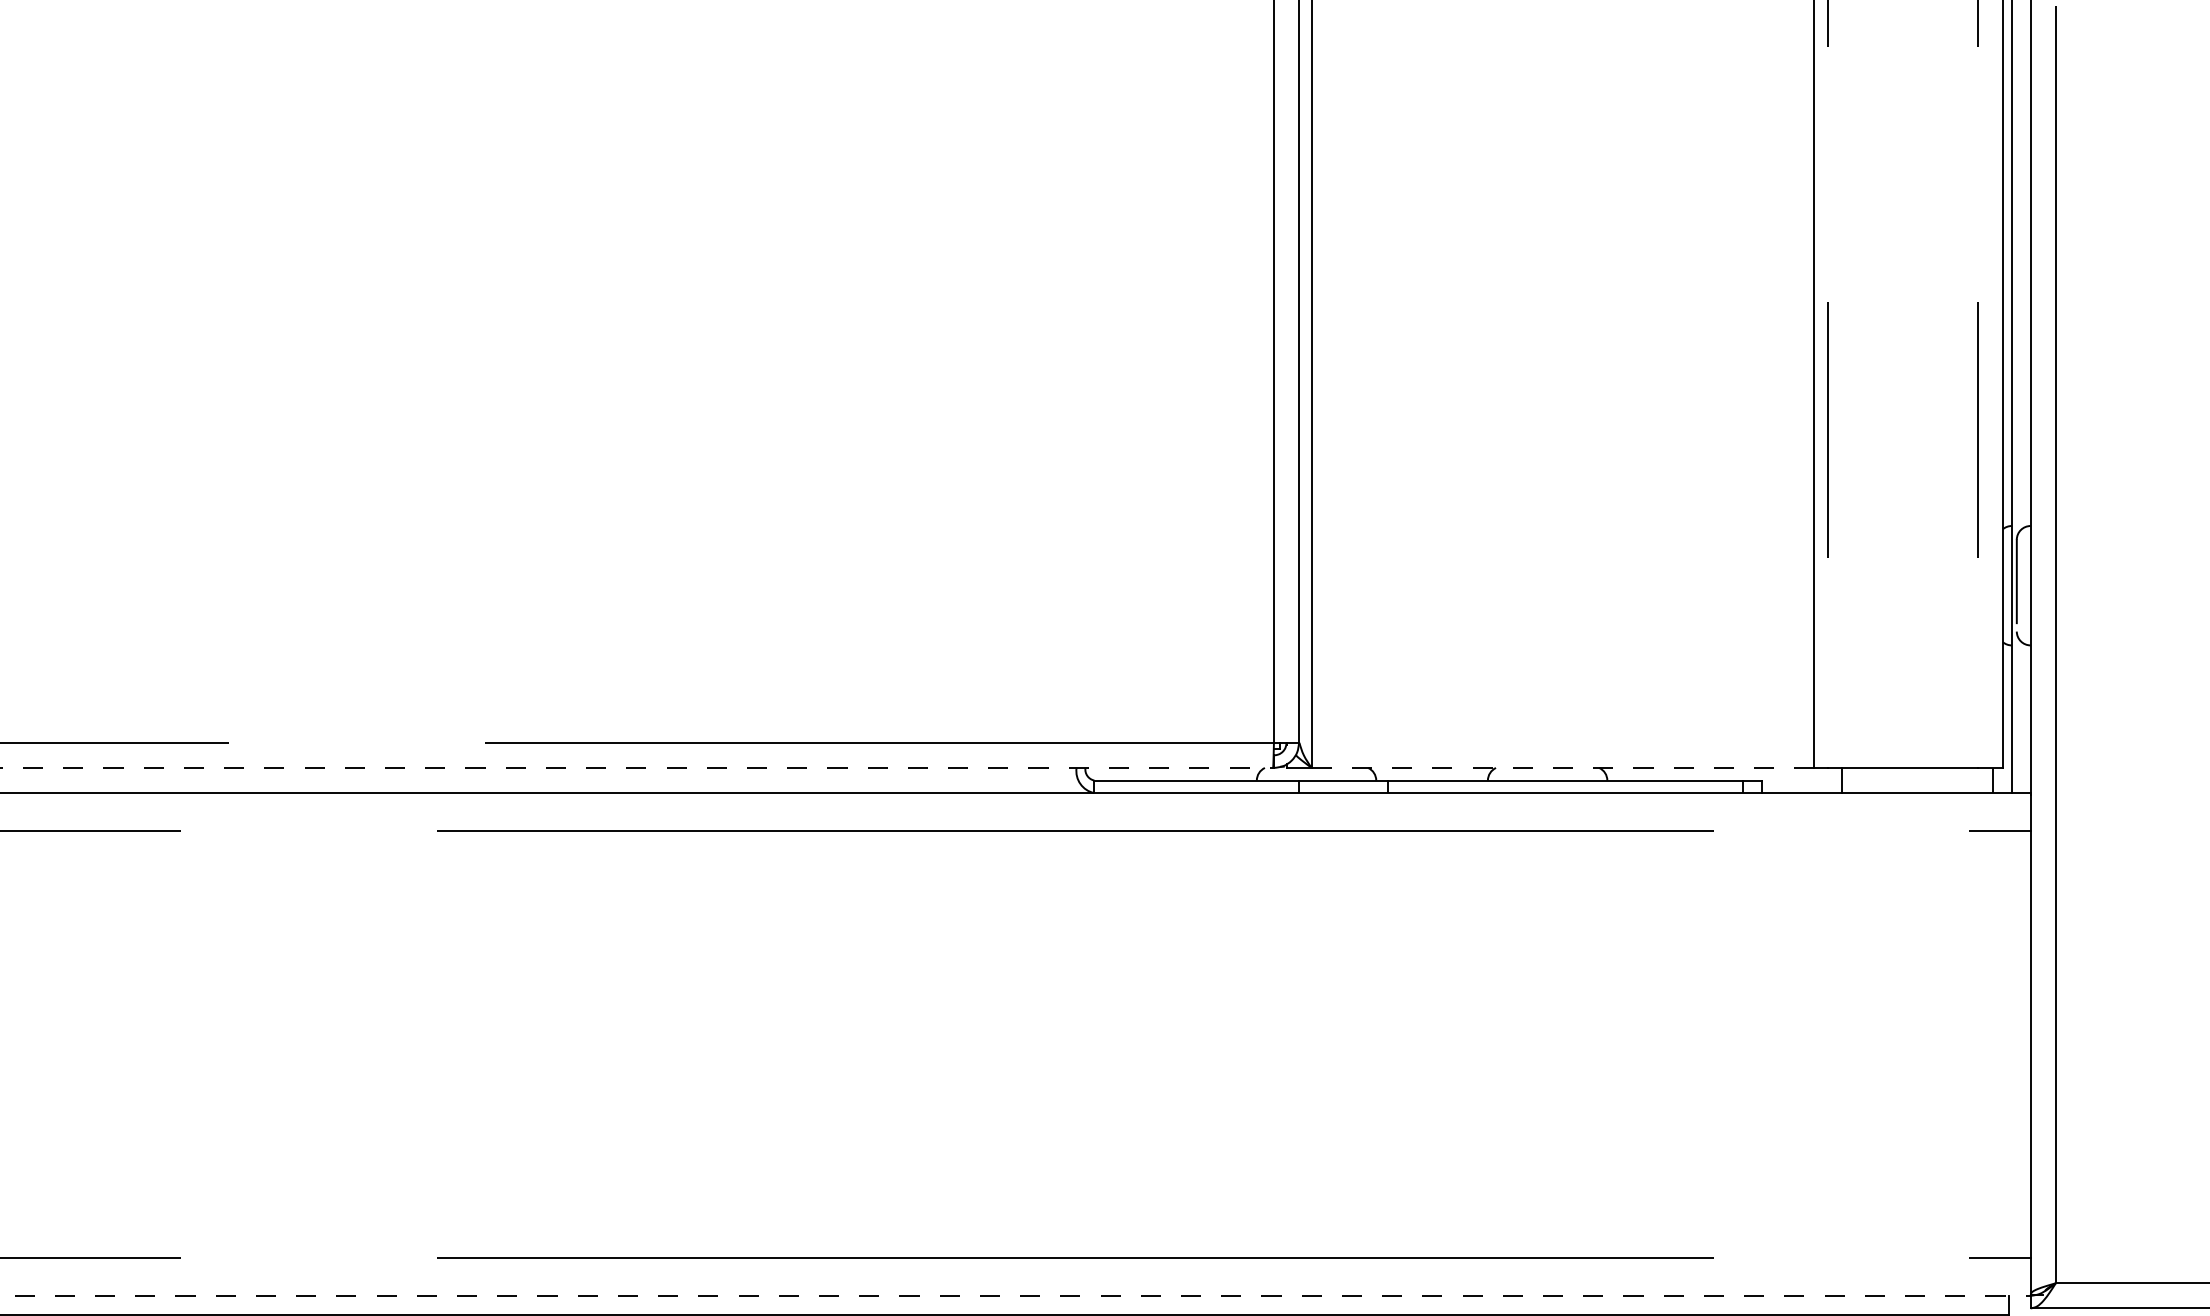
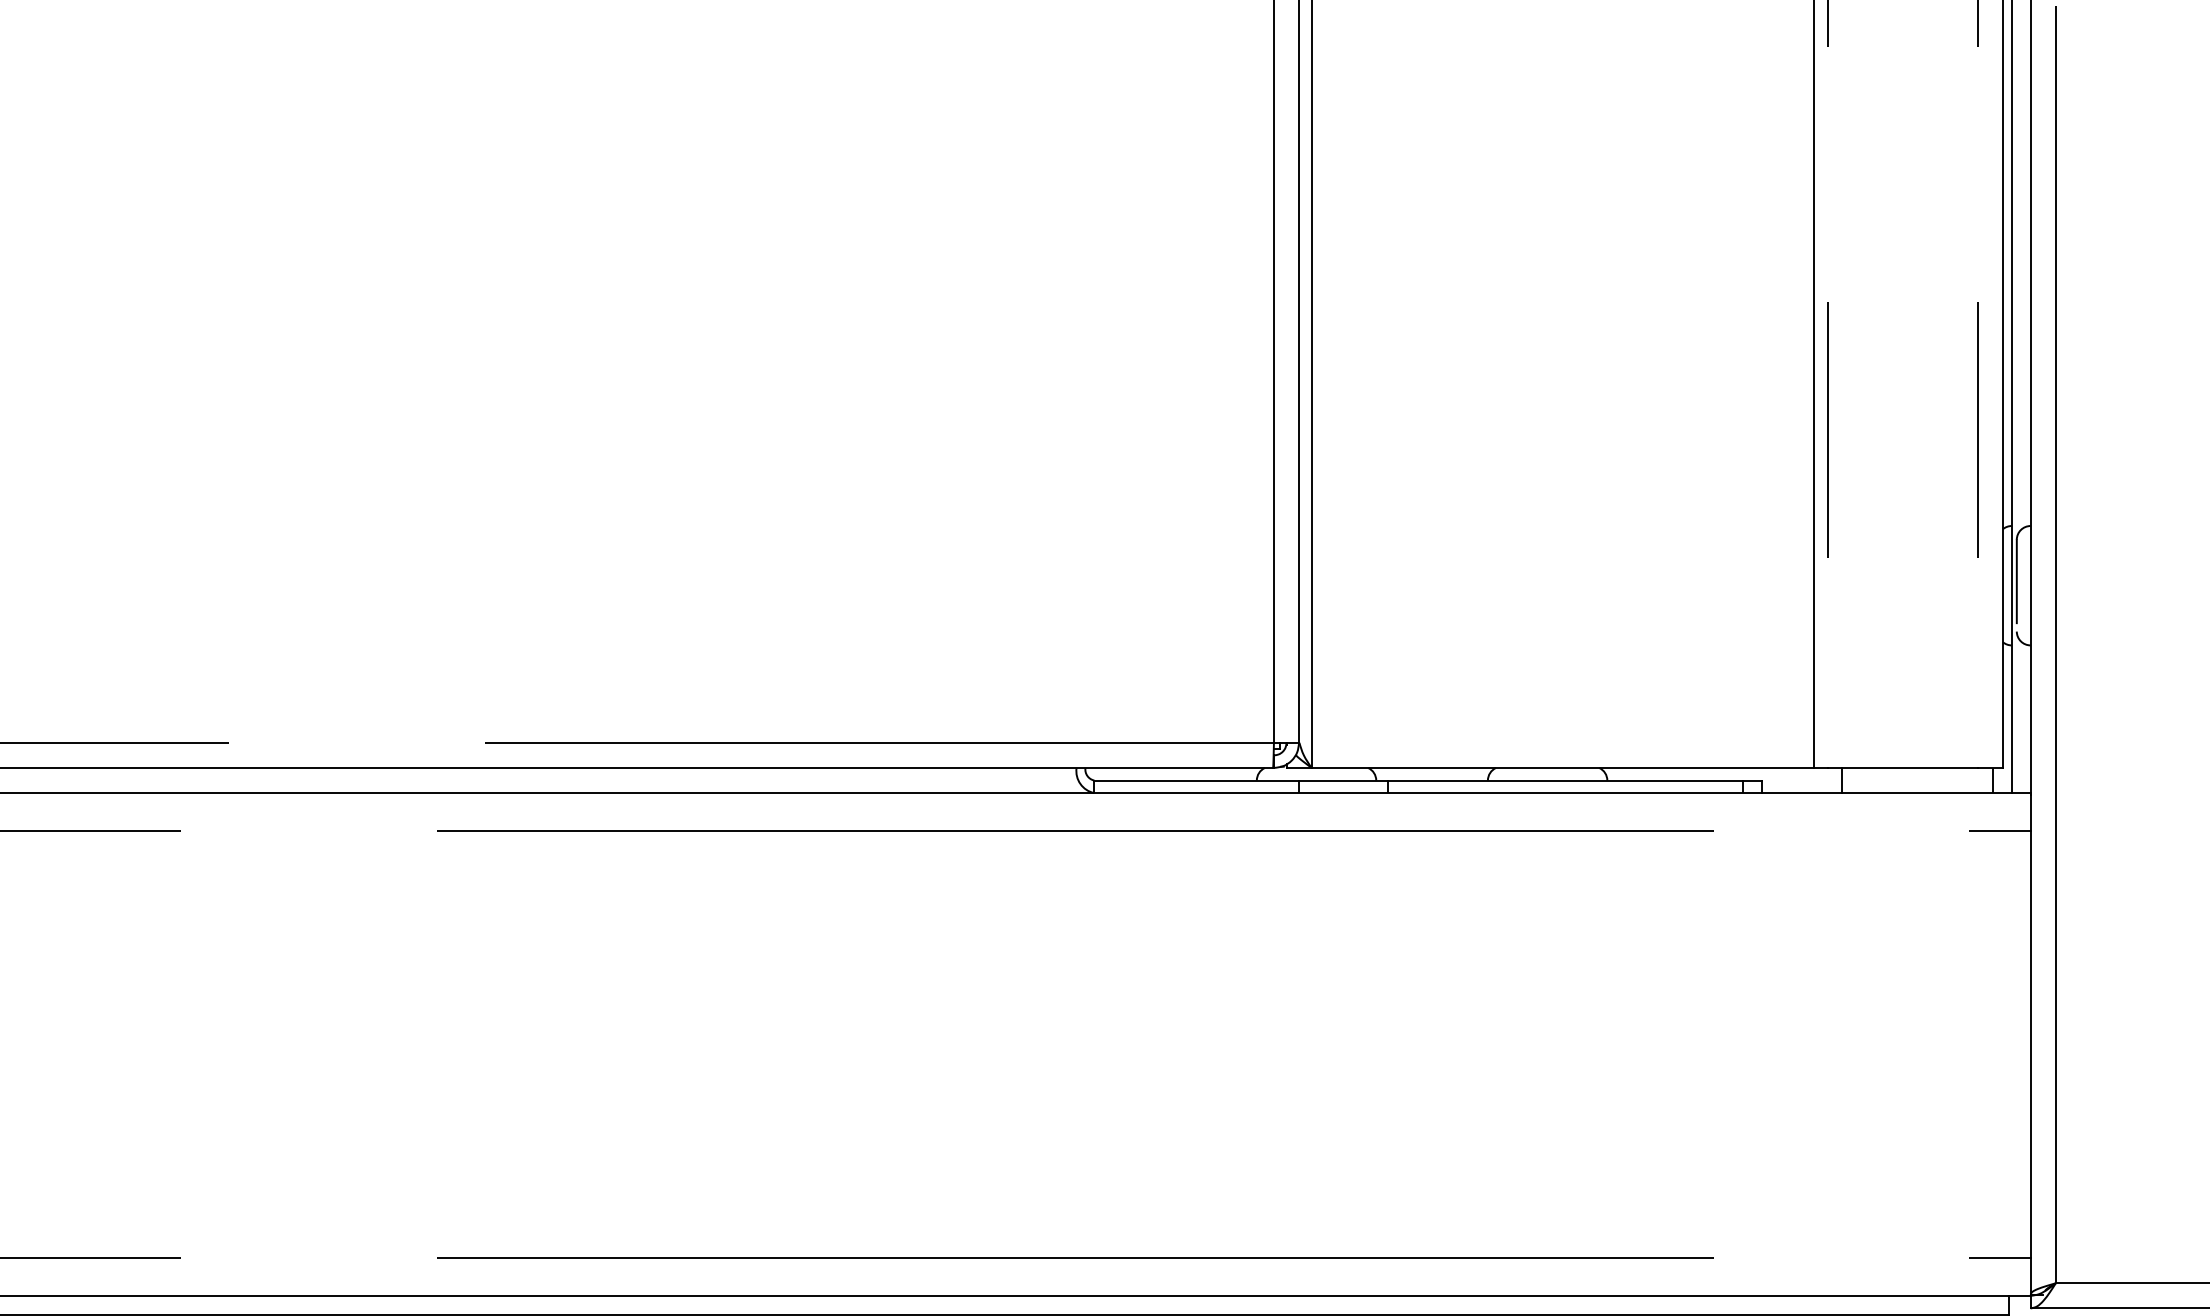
line at (637, 767): dashed -> solid
line at (1562, 767): dashed -> solid
line at (1015, 1295): dashed -> solid
